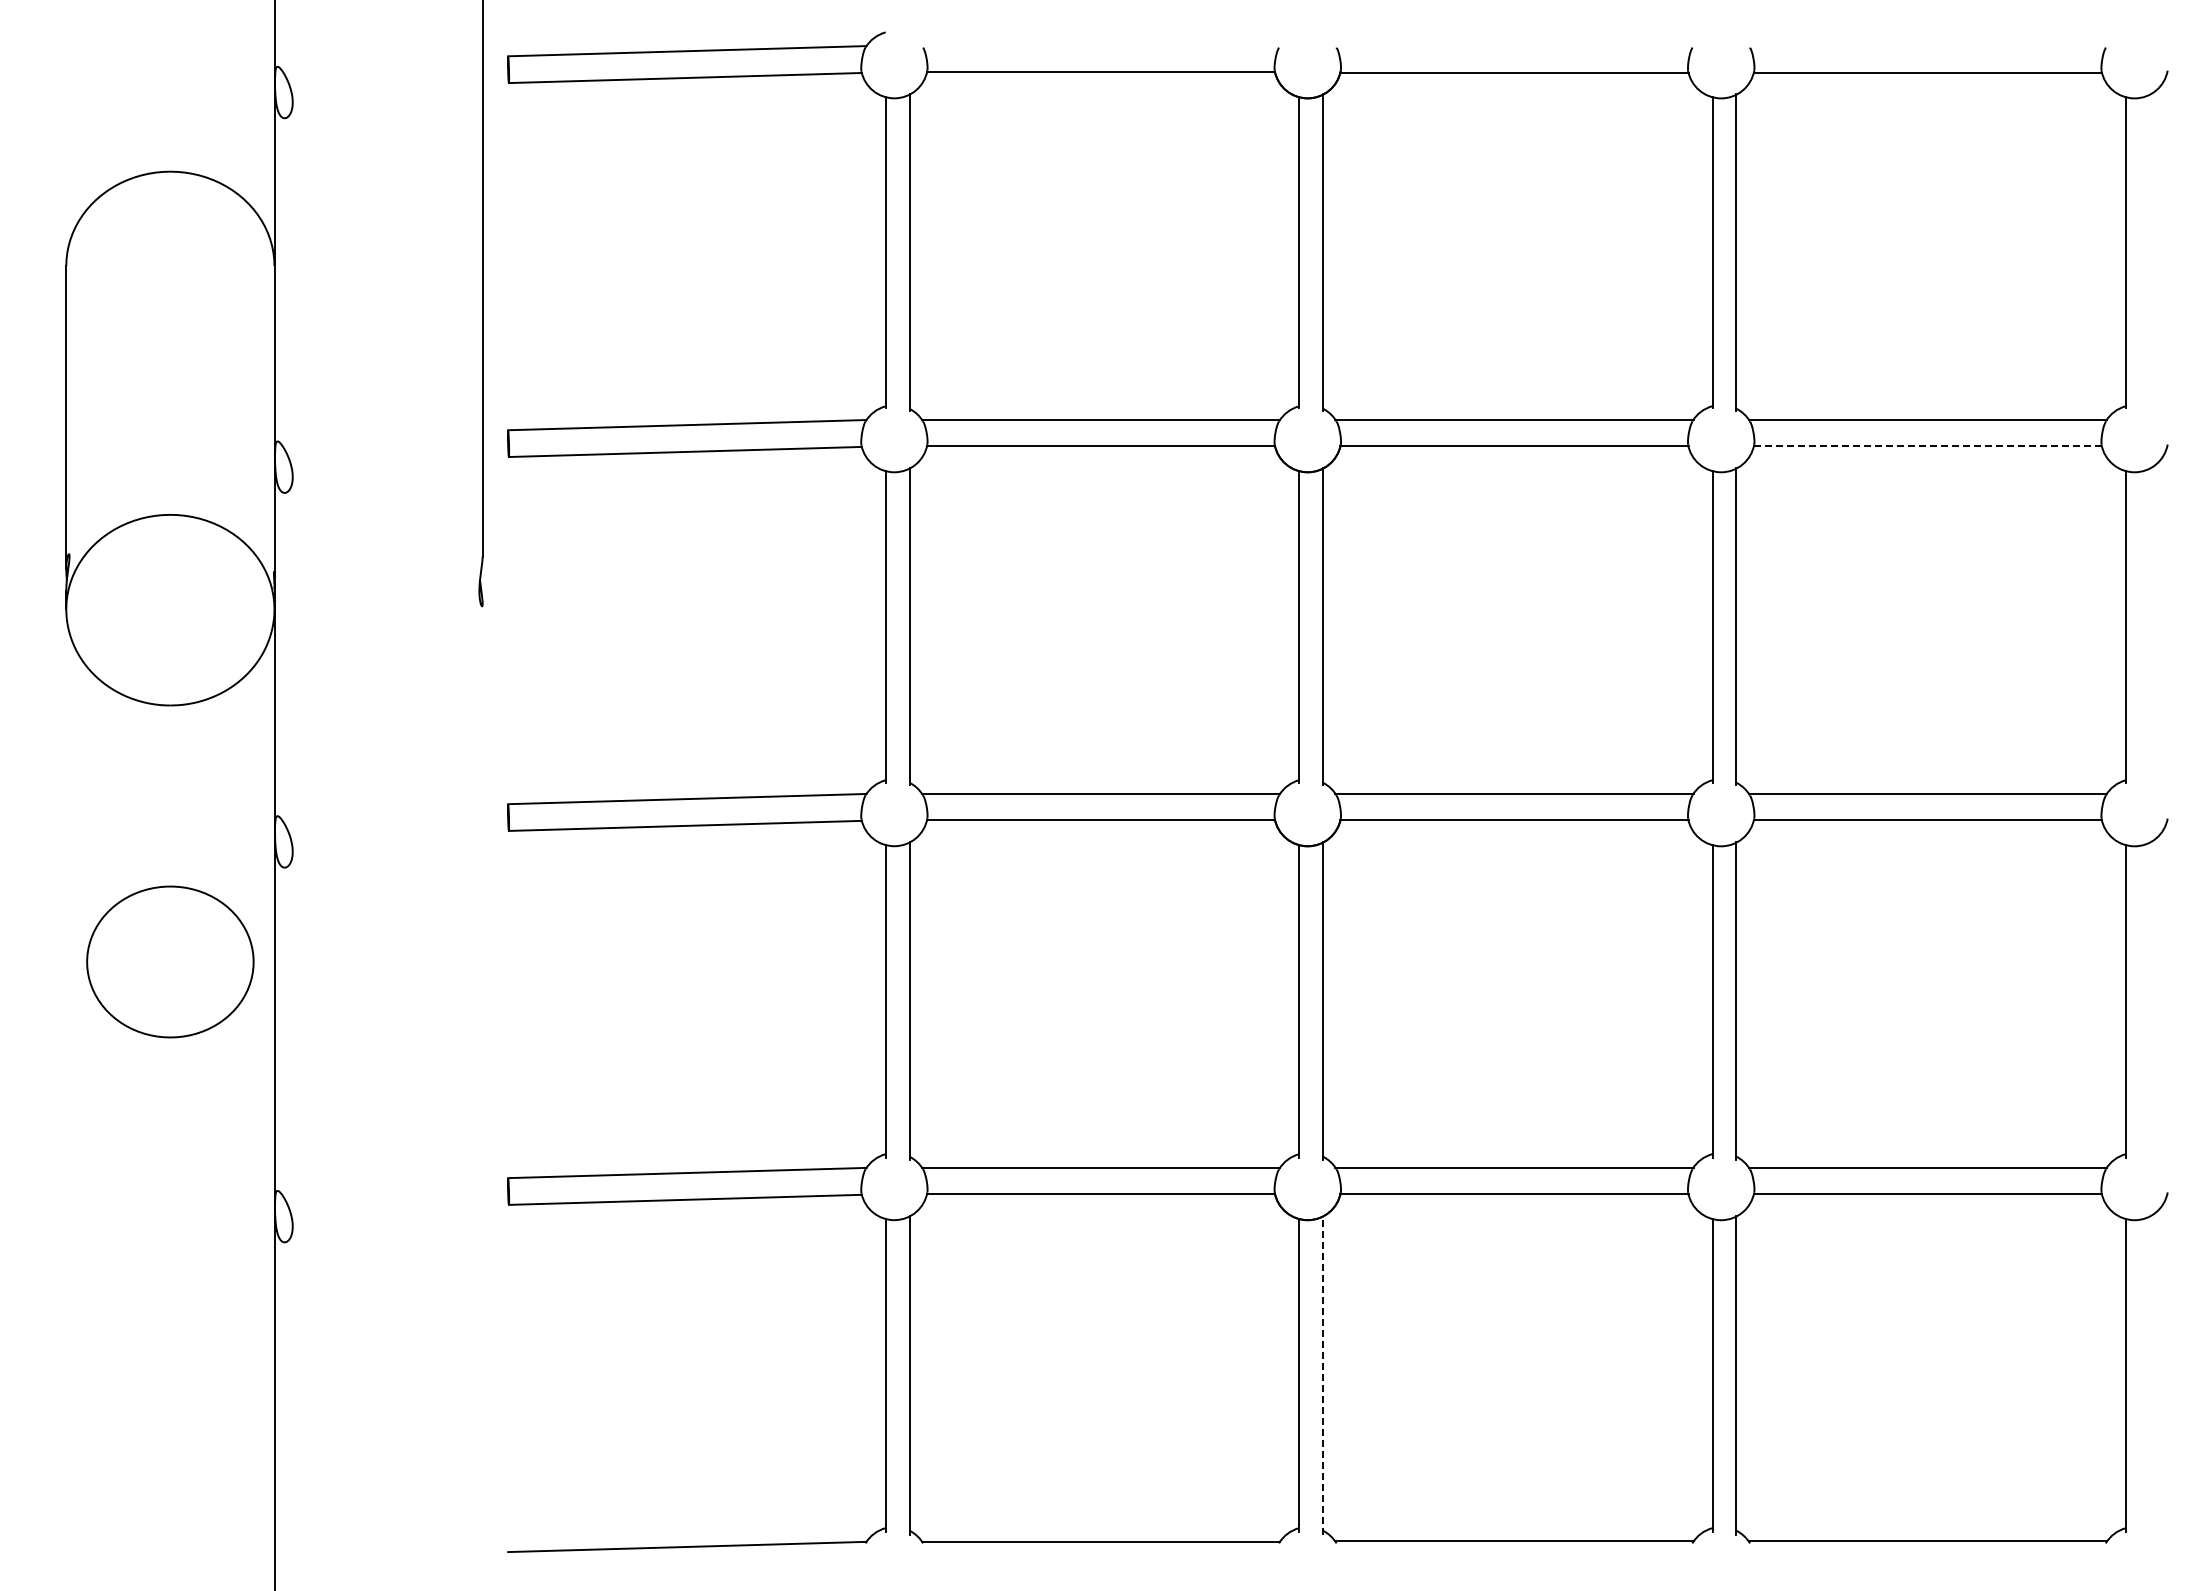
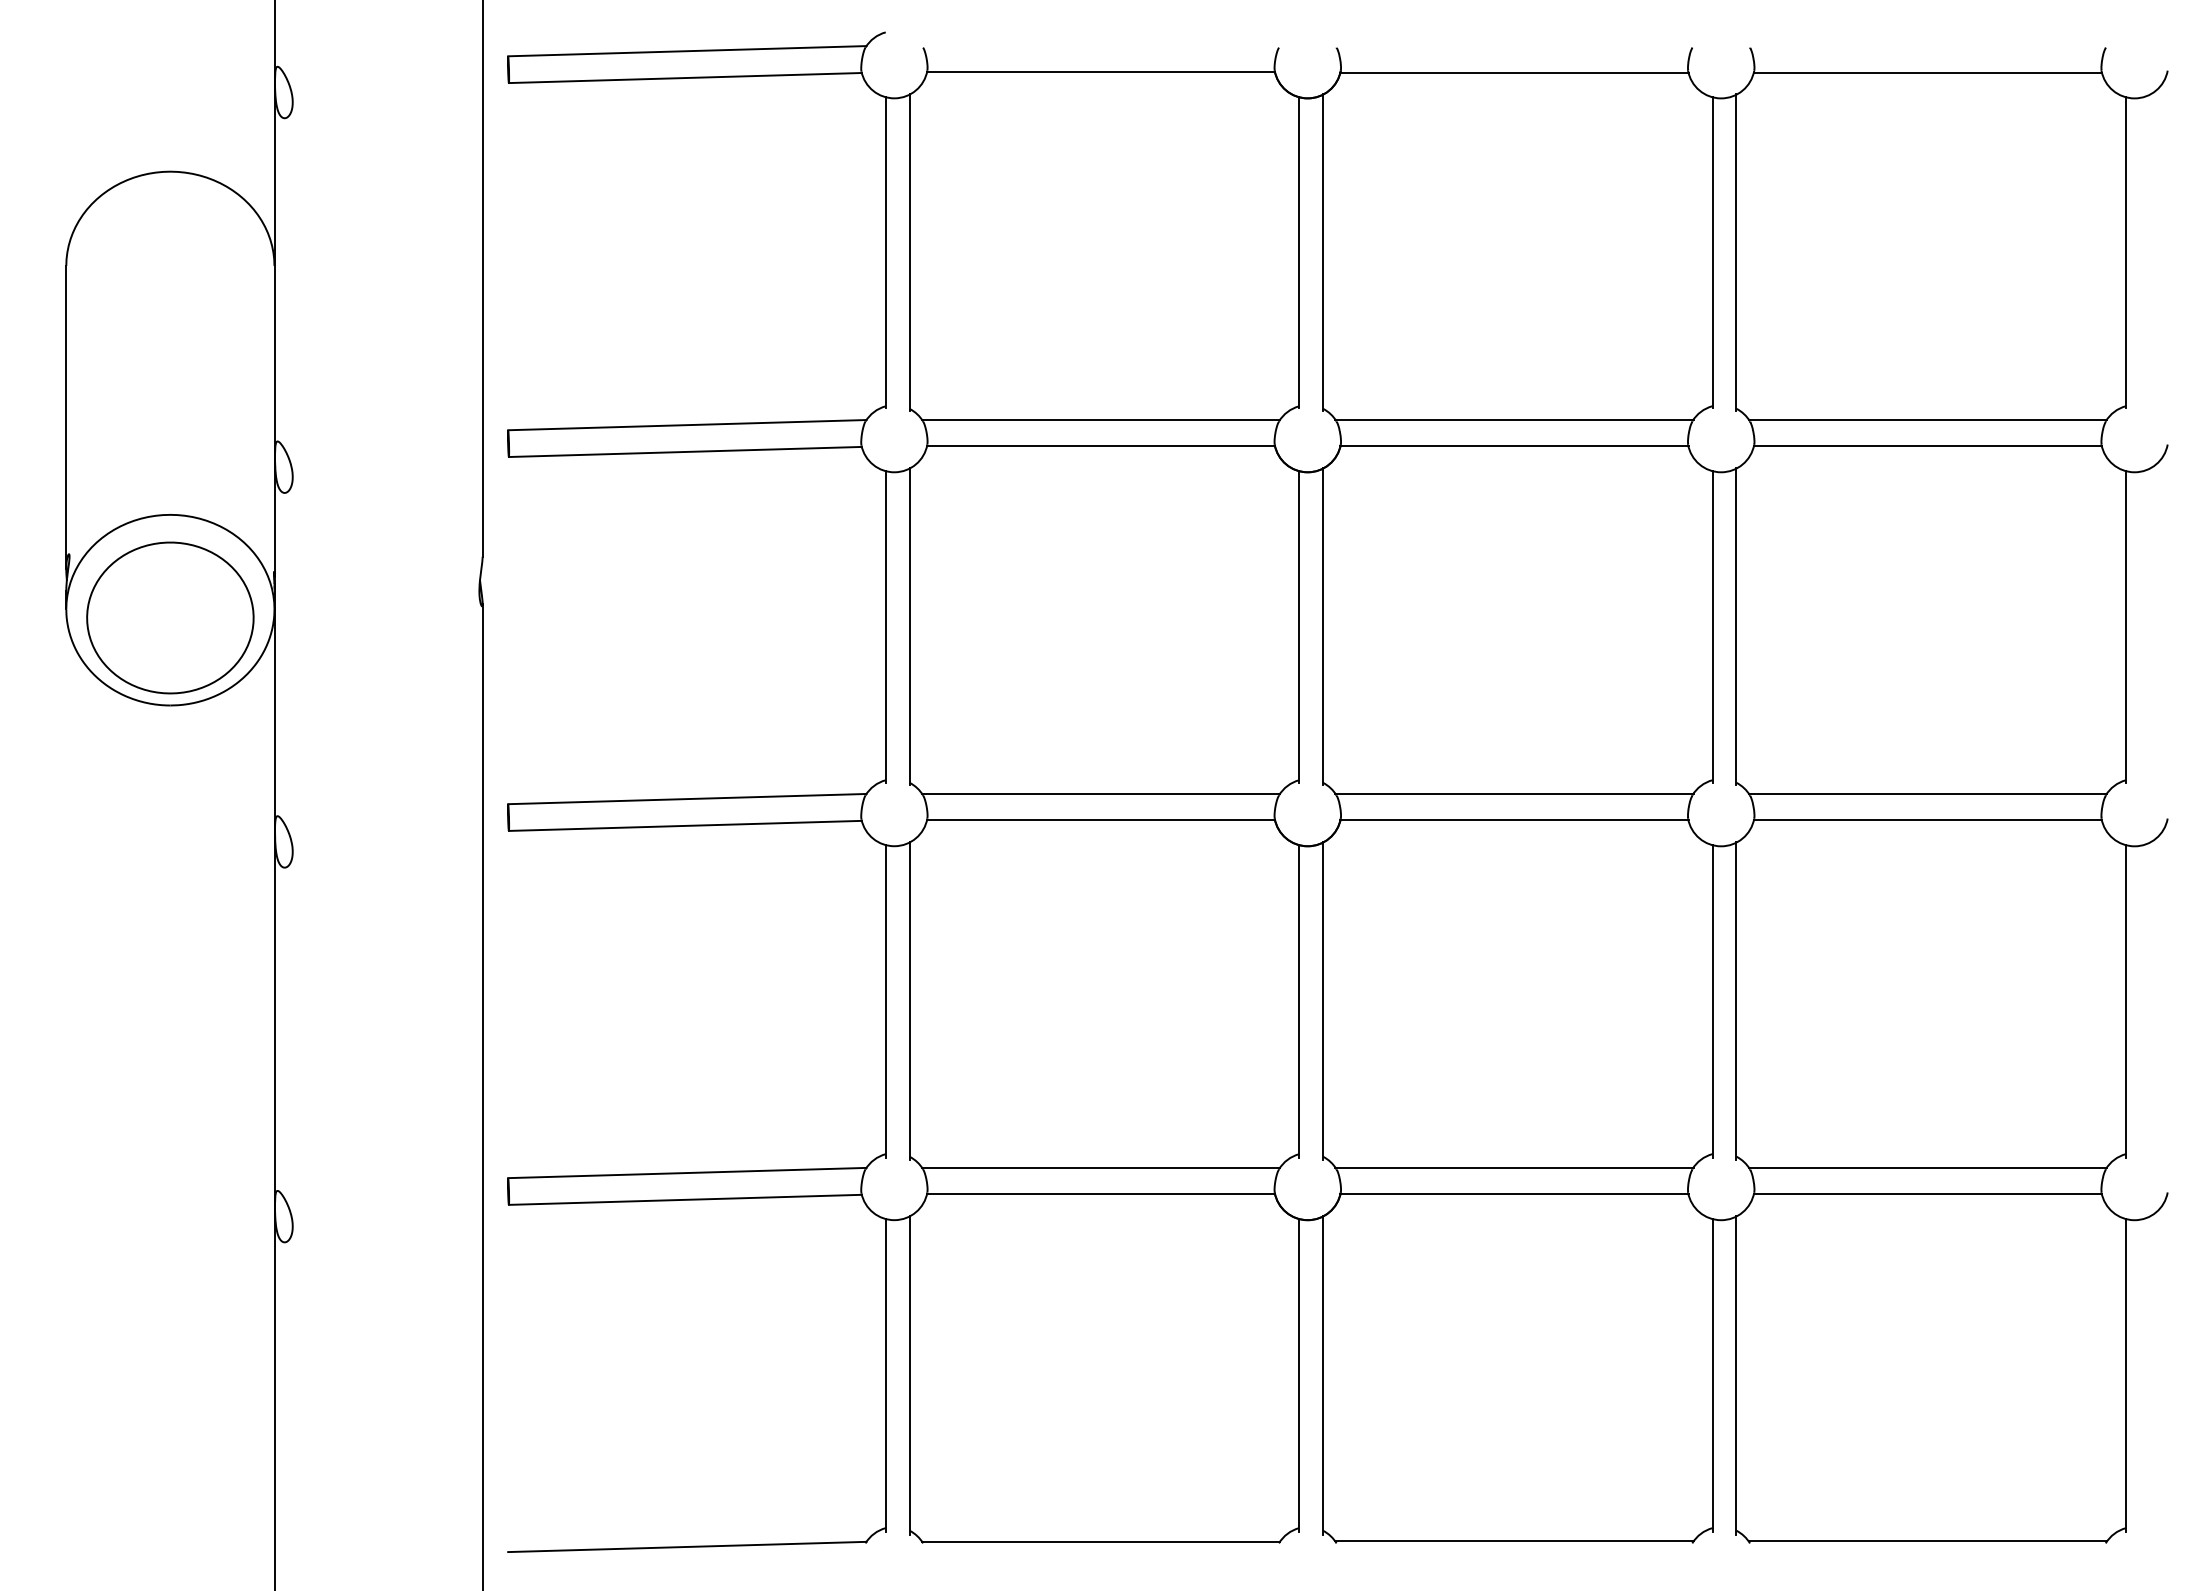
line at (1928, 446): dashed -> solid
part at (170, 961) position: (170, 961) -> (170, 617)
line at (482, 1095): none -> present
line at (1323, 1374): dashed -> solid
